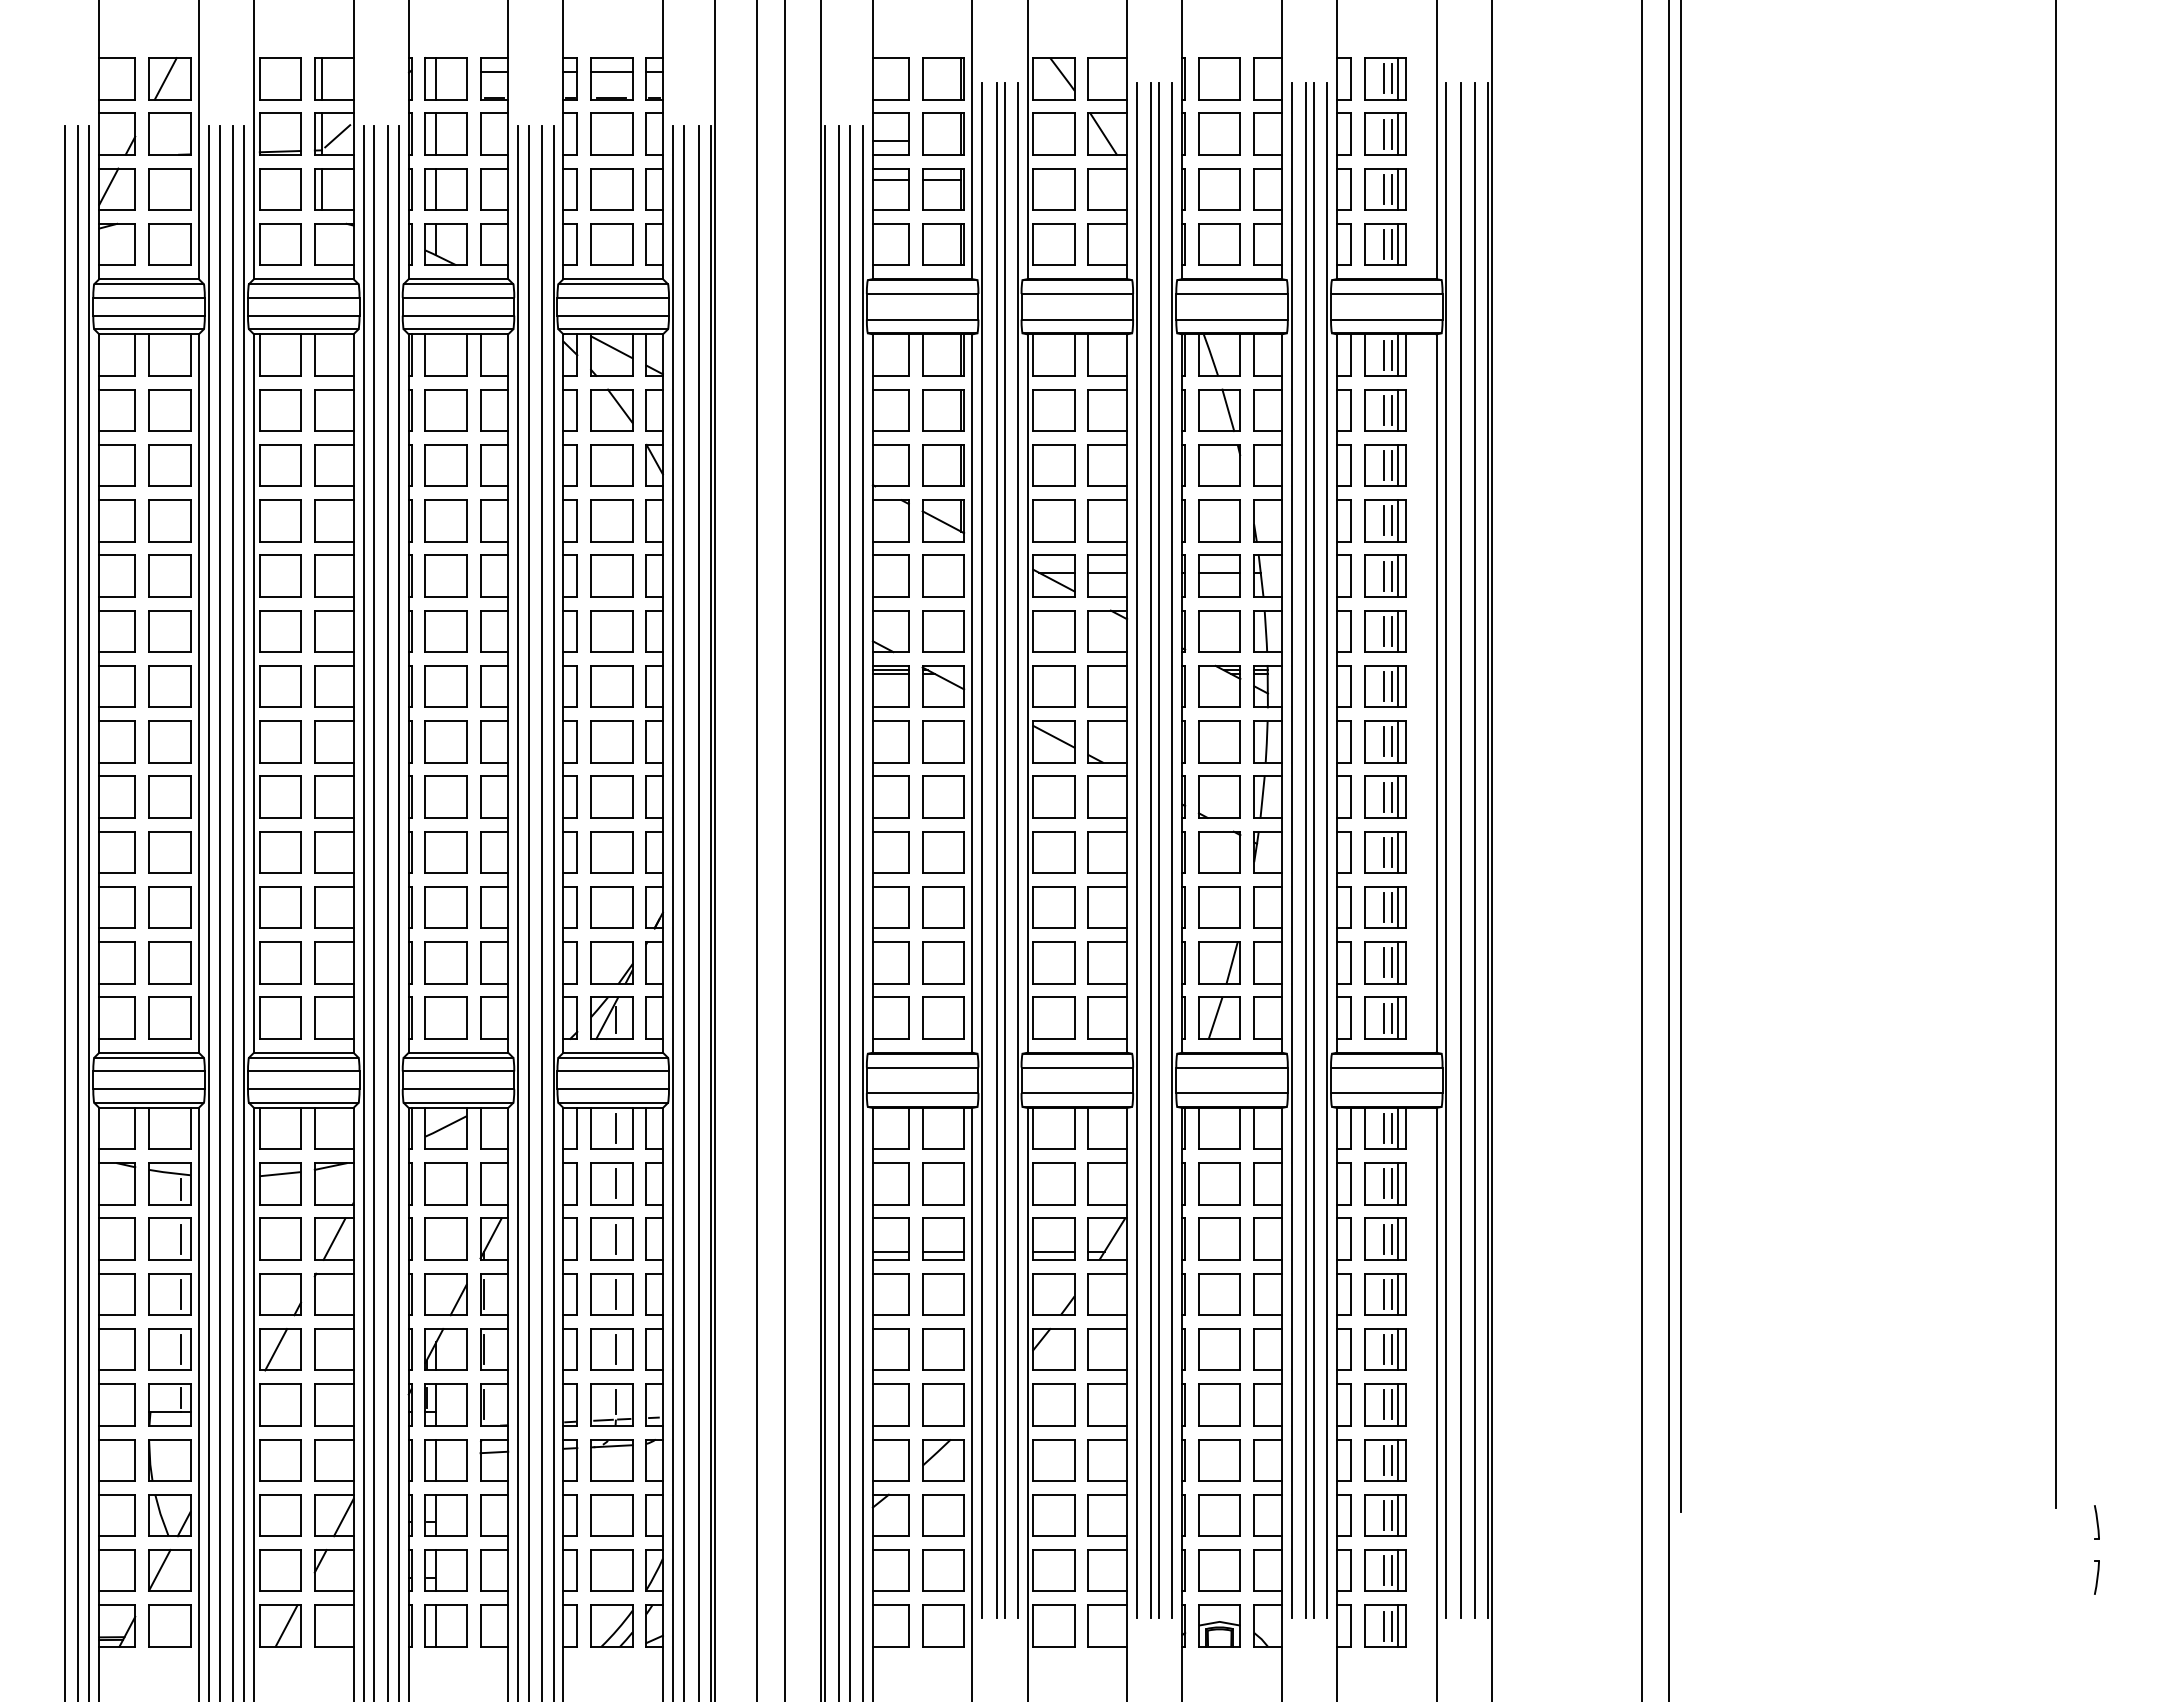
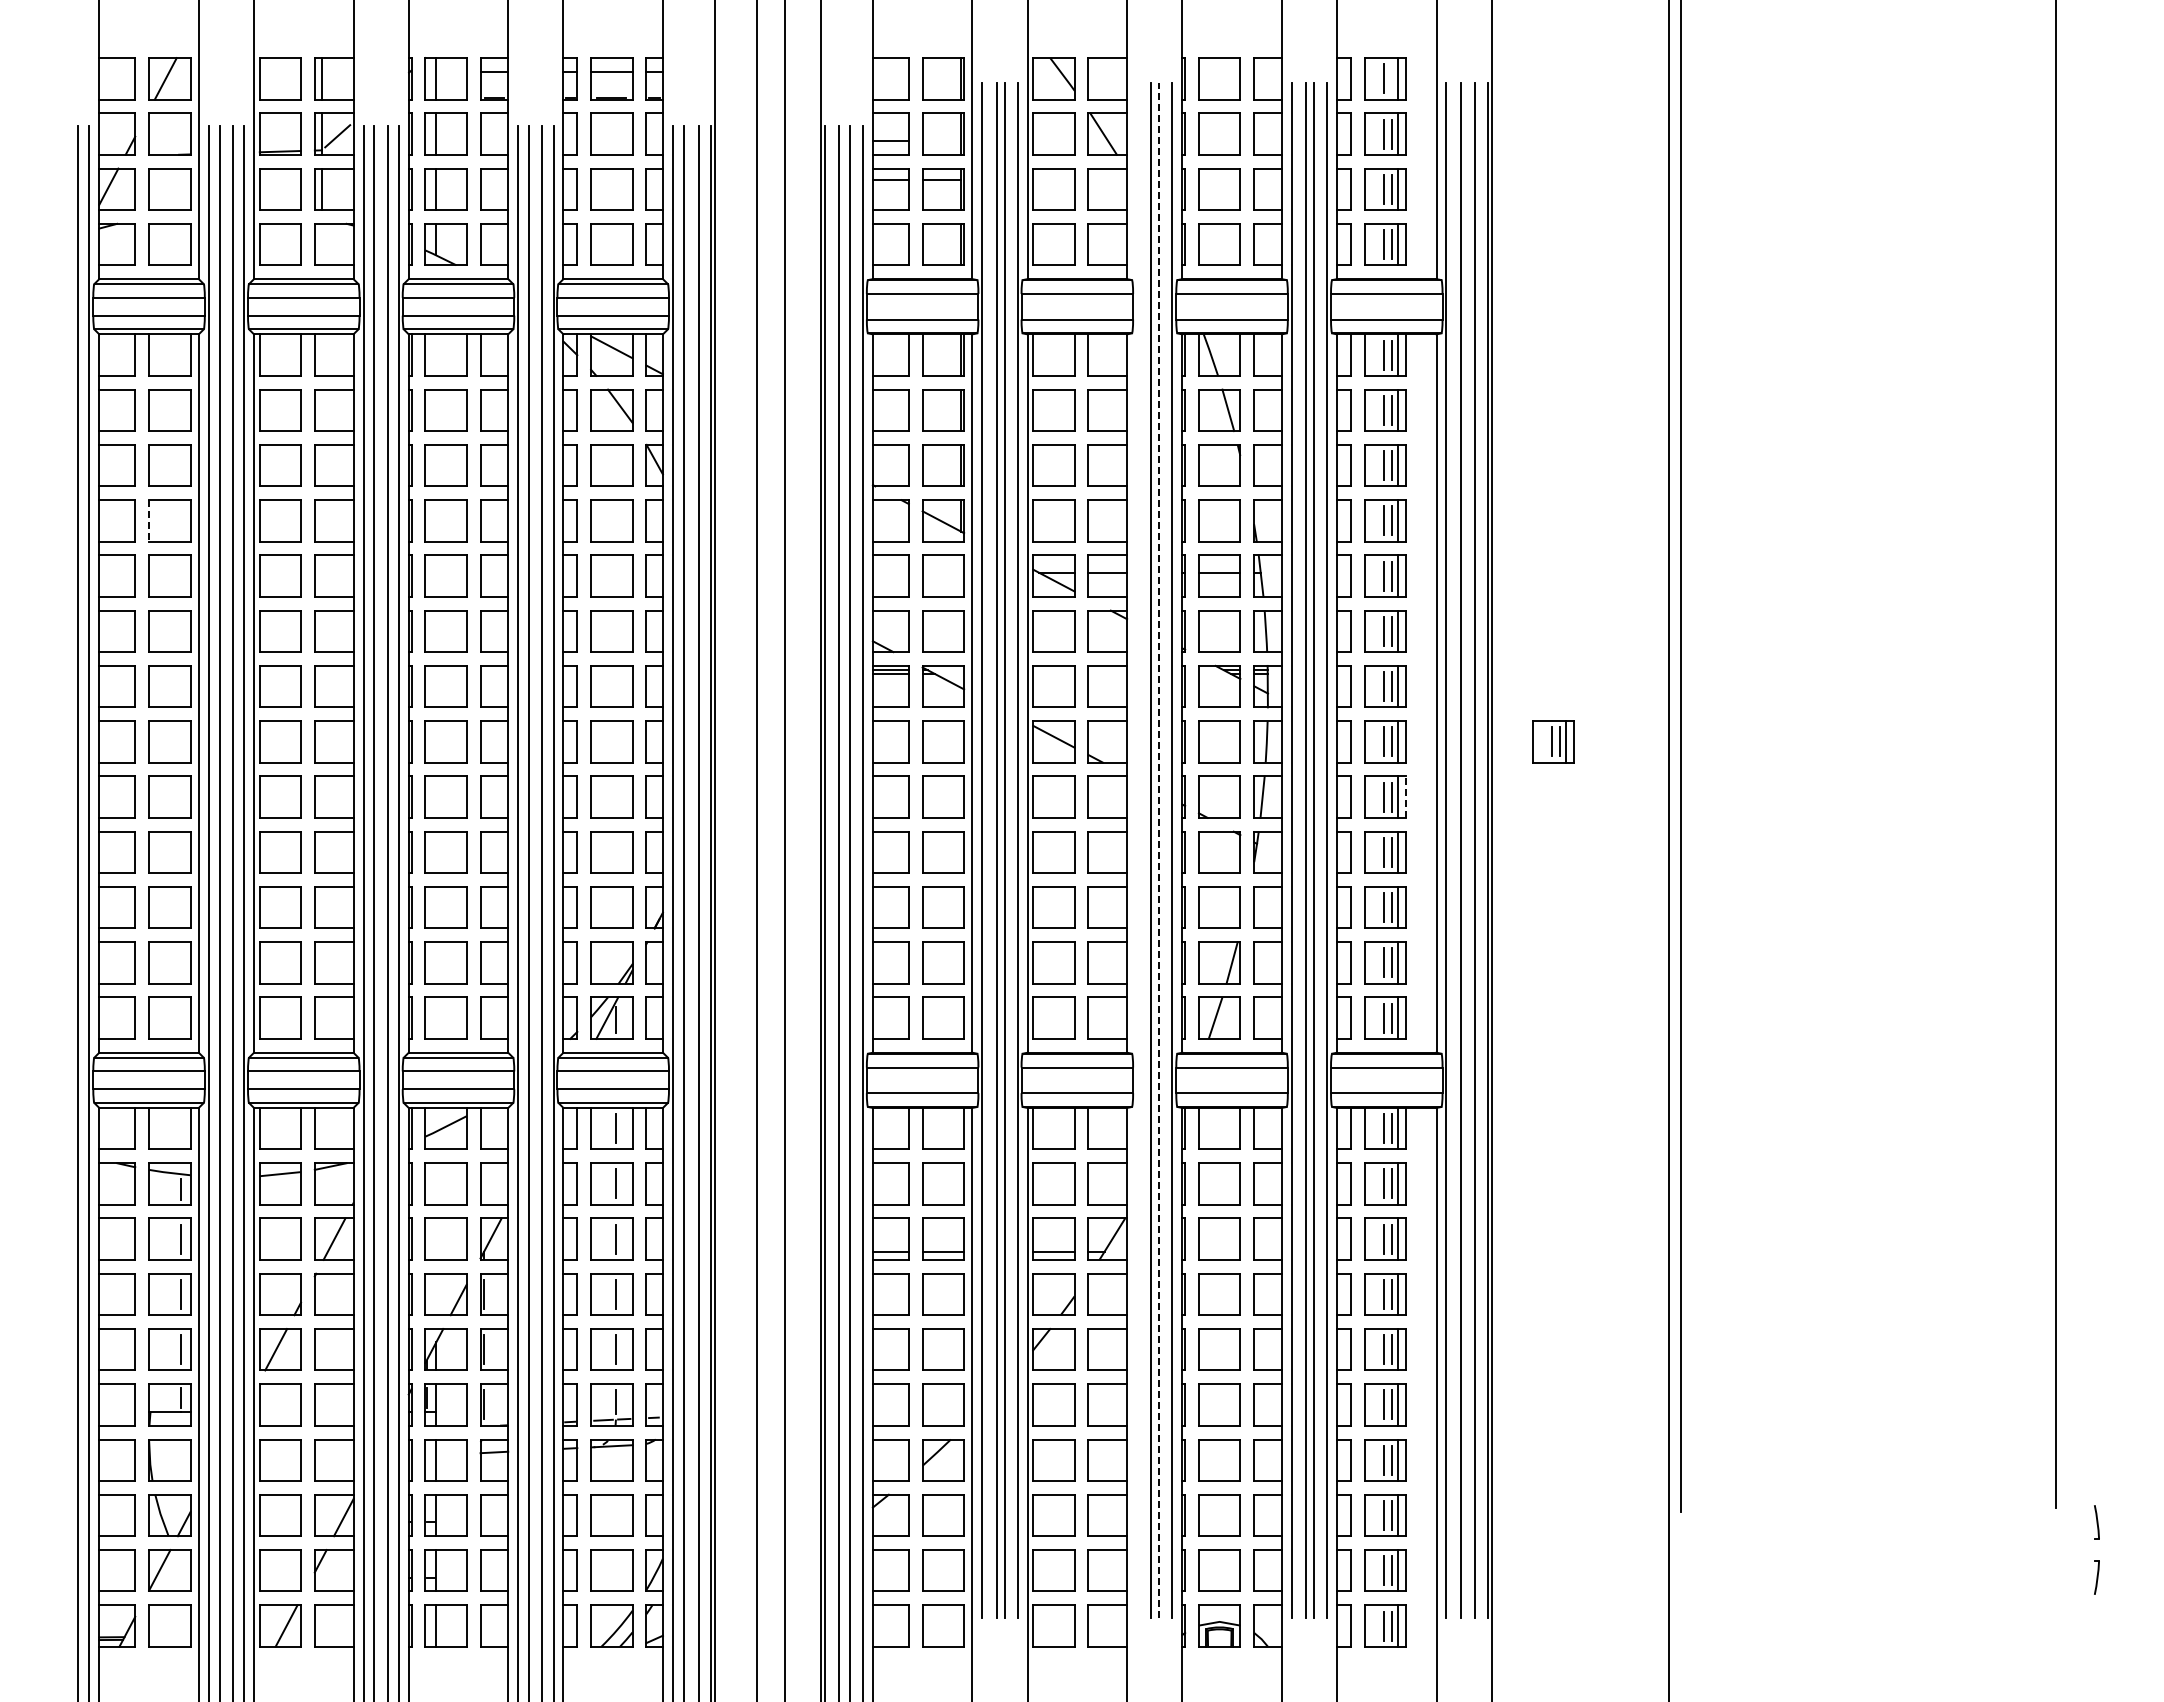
line at (1392, 78): present -> none
line at (149, 520): solid -> dashed
part at (1553, 741): none -> present
line at (1406, 797): solid -> dashed
line at (1136, 850): present -> none
line at (1159, 850): solid -> dashed
line at (1642, 850): present -> none
line at (64, 912): present -> none
